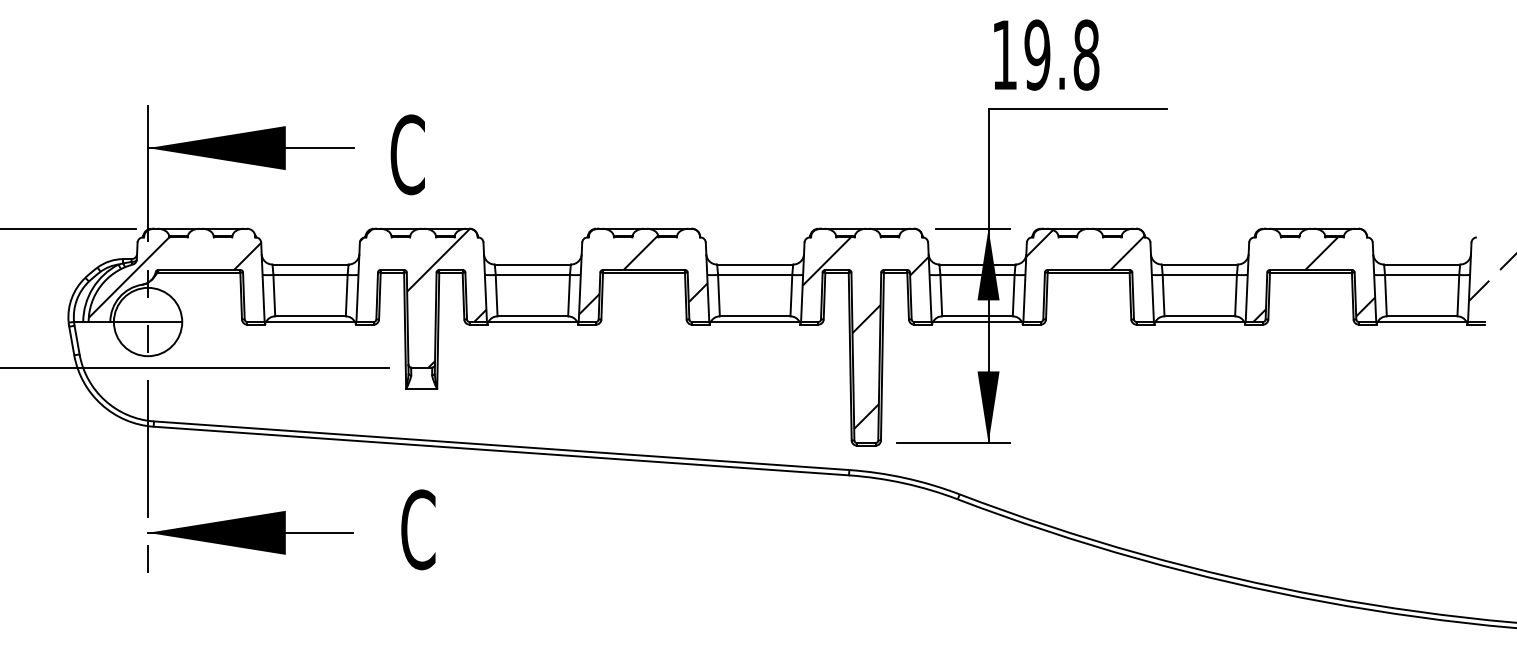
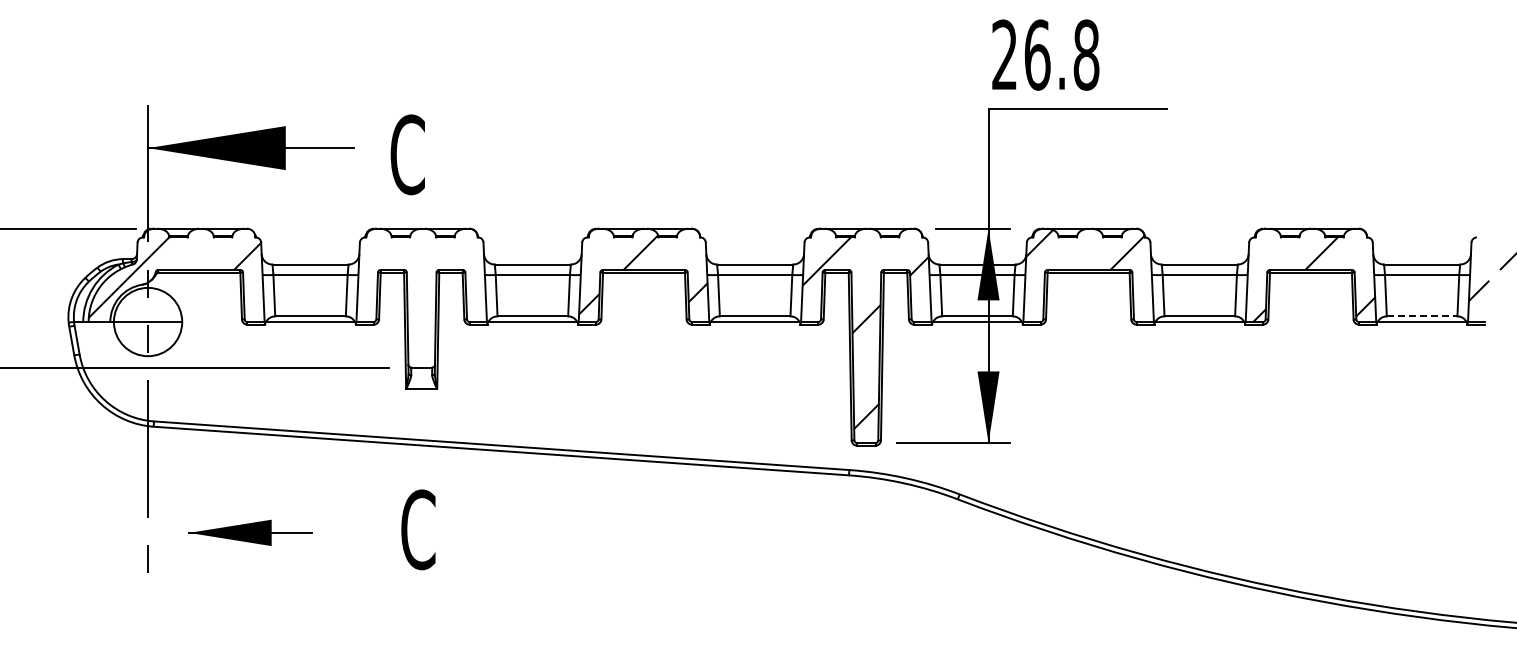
text at (1021, 54): 19.8 -> 26.8
hatch at (423, 297): present -> none
line at (1422, 316): solid -> dashed
part at (250, 532) size: 207x44 px -> 125x27 px
